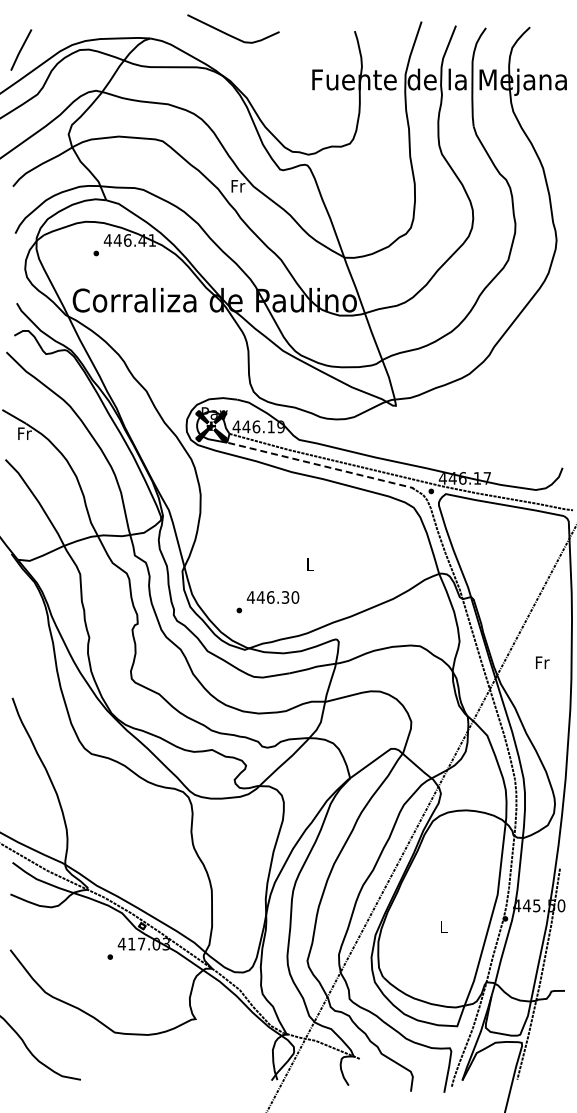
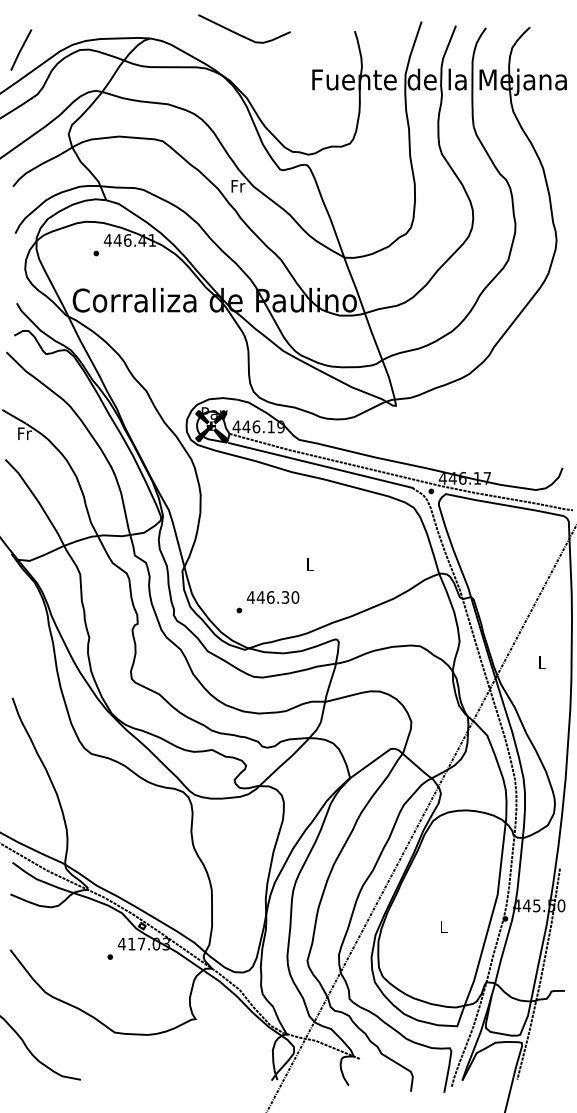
curve at (230, 34) position: (230, 34) -> (241, 34)
line at (320, 465): dashed -> solid
text at (542, 662): Fr -> L
